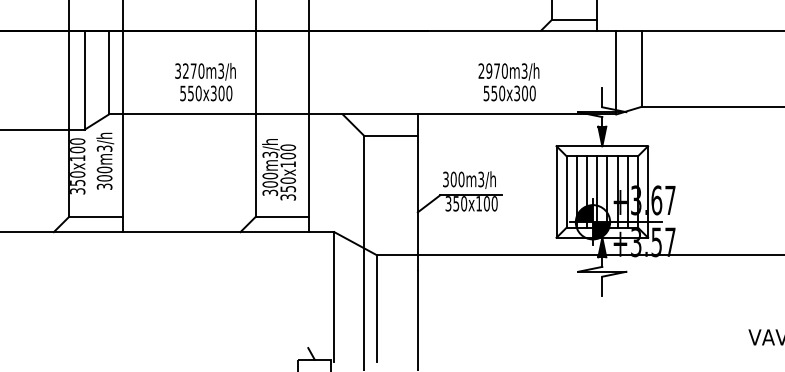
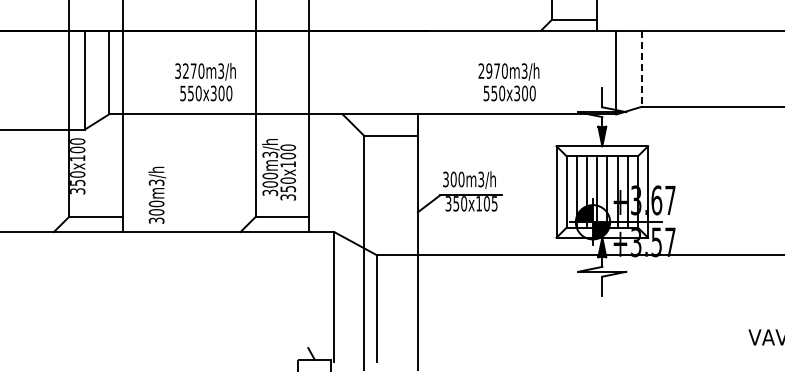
line at (641, 69): solid -> dashed
text at (105, 160) position: (105, 160) -> (157, 194)
text at (494, 203): 350x100 -> 350x105
